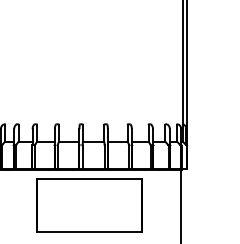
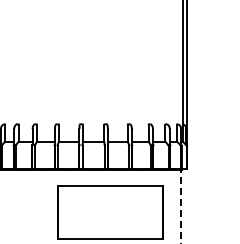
part at (89, 205) position: (89, 205) -> (110, 212)
line at (180, 206): solid -> dashed
